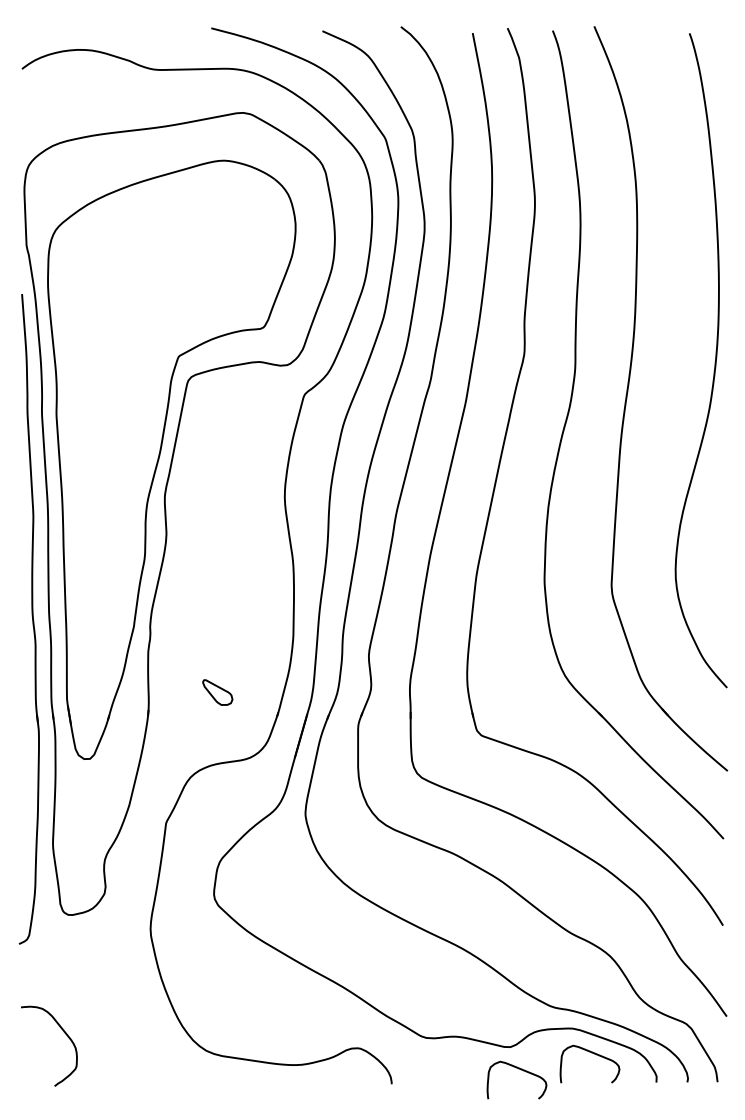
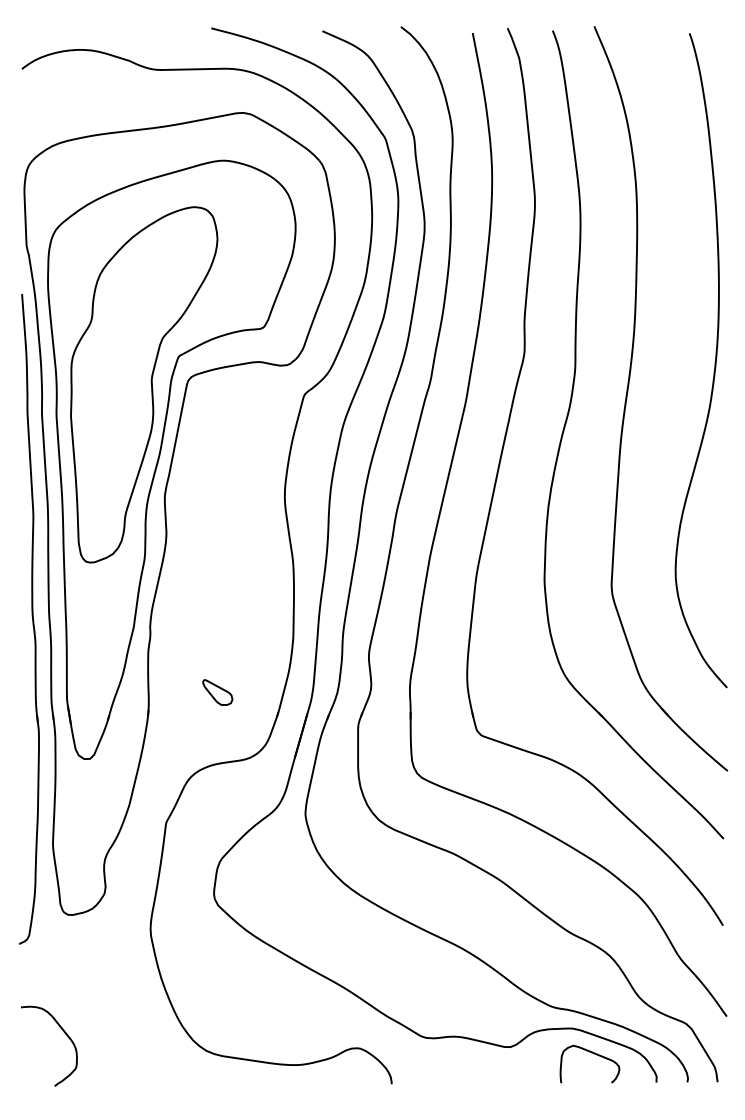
part at (144, 384): none -> present
curve at (518, 1069): present -> none
